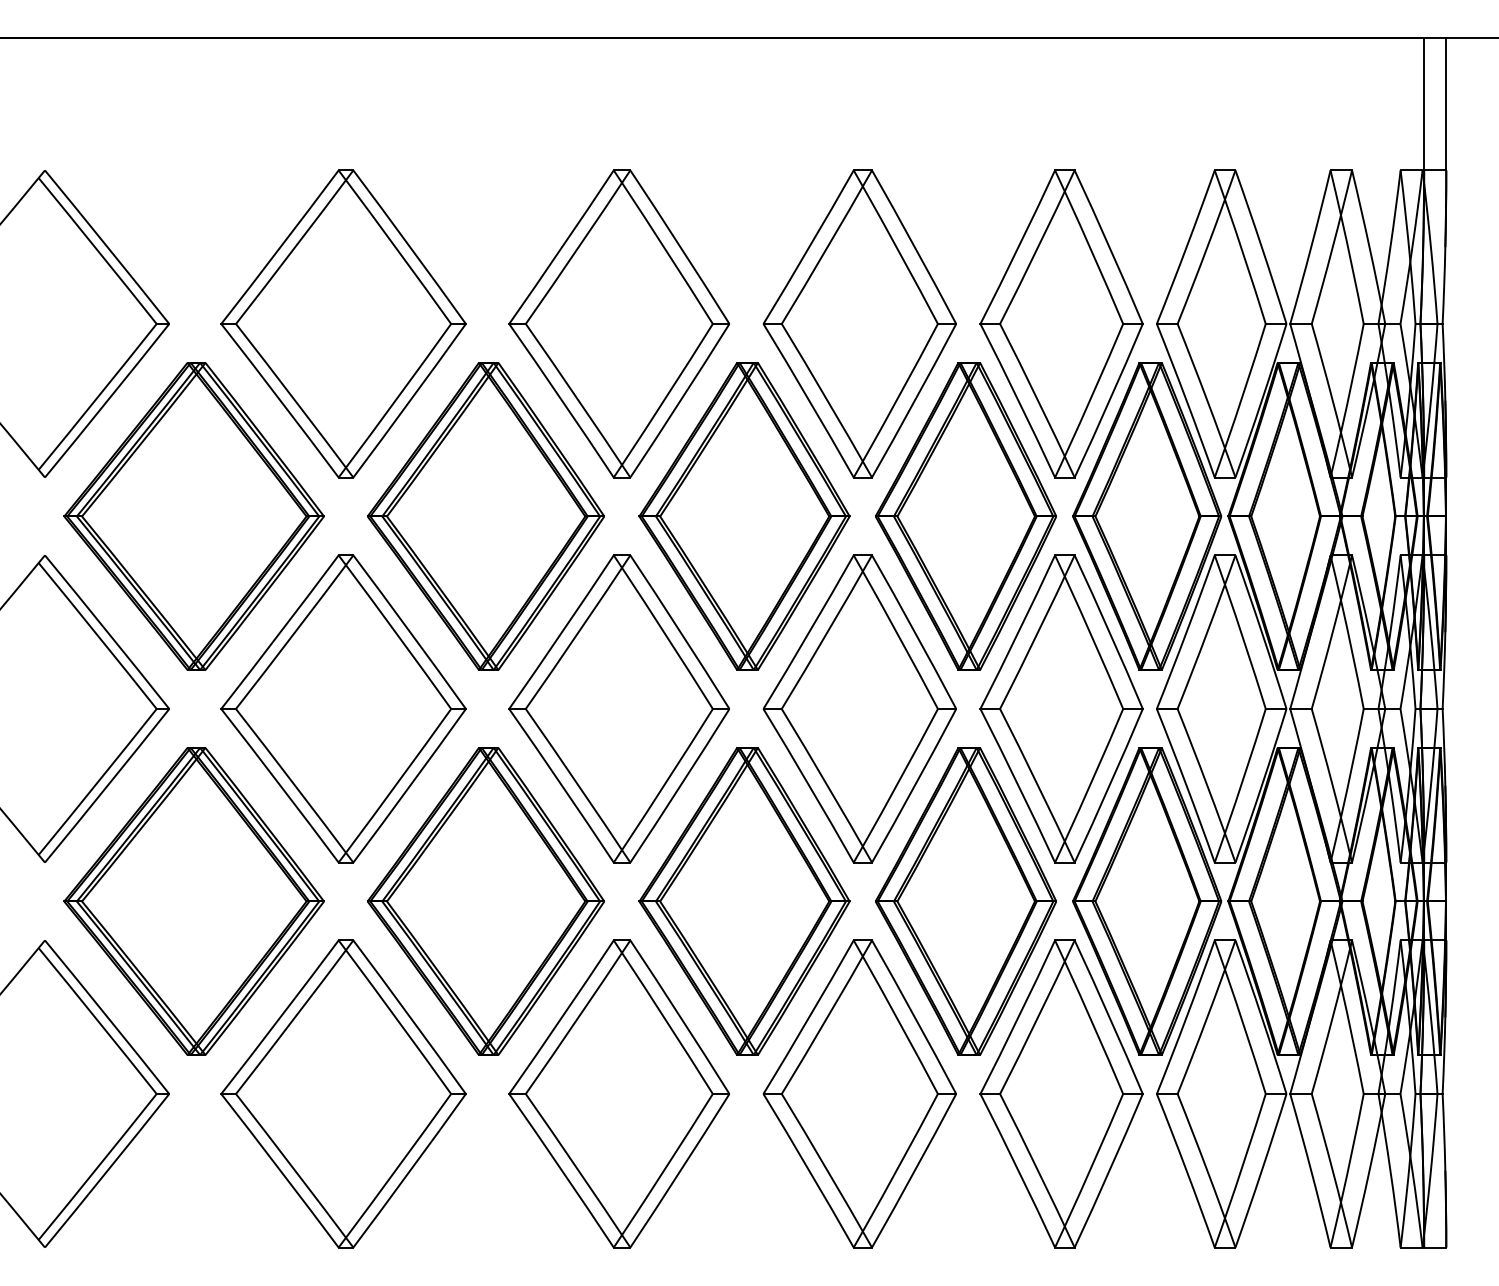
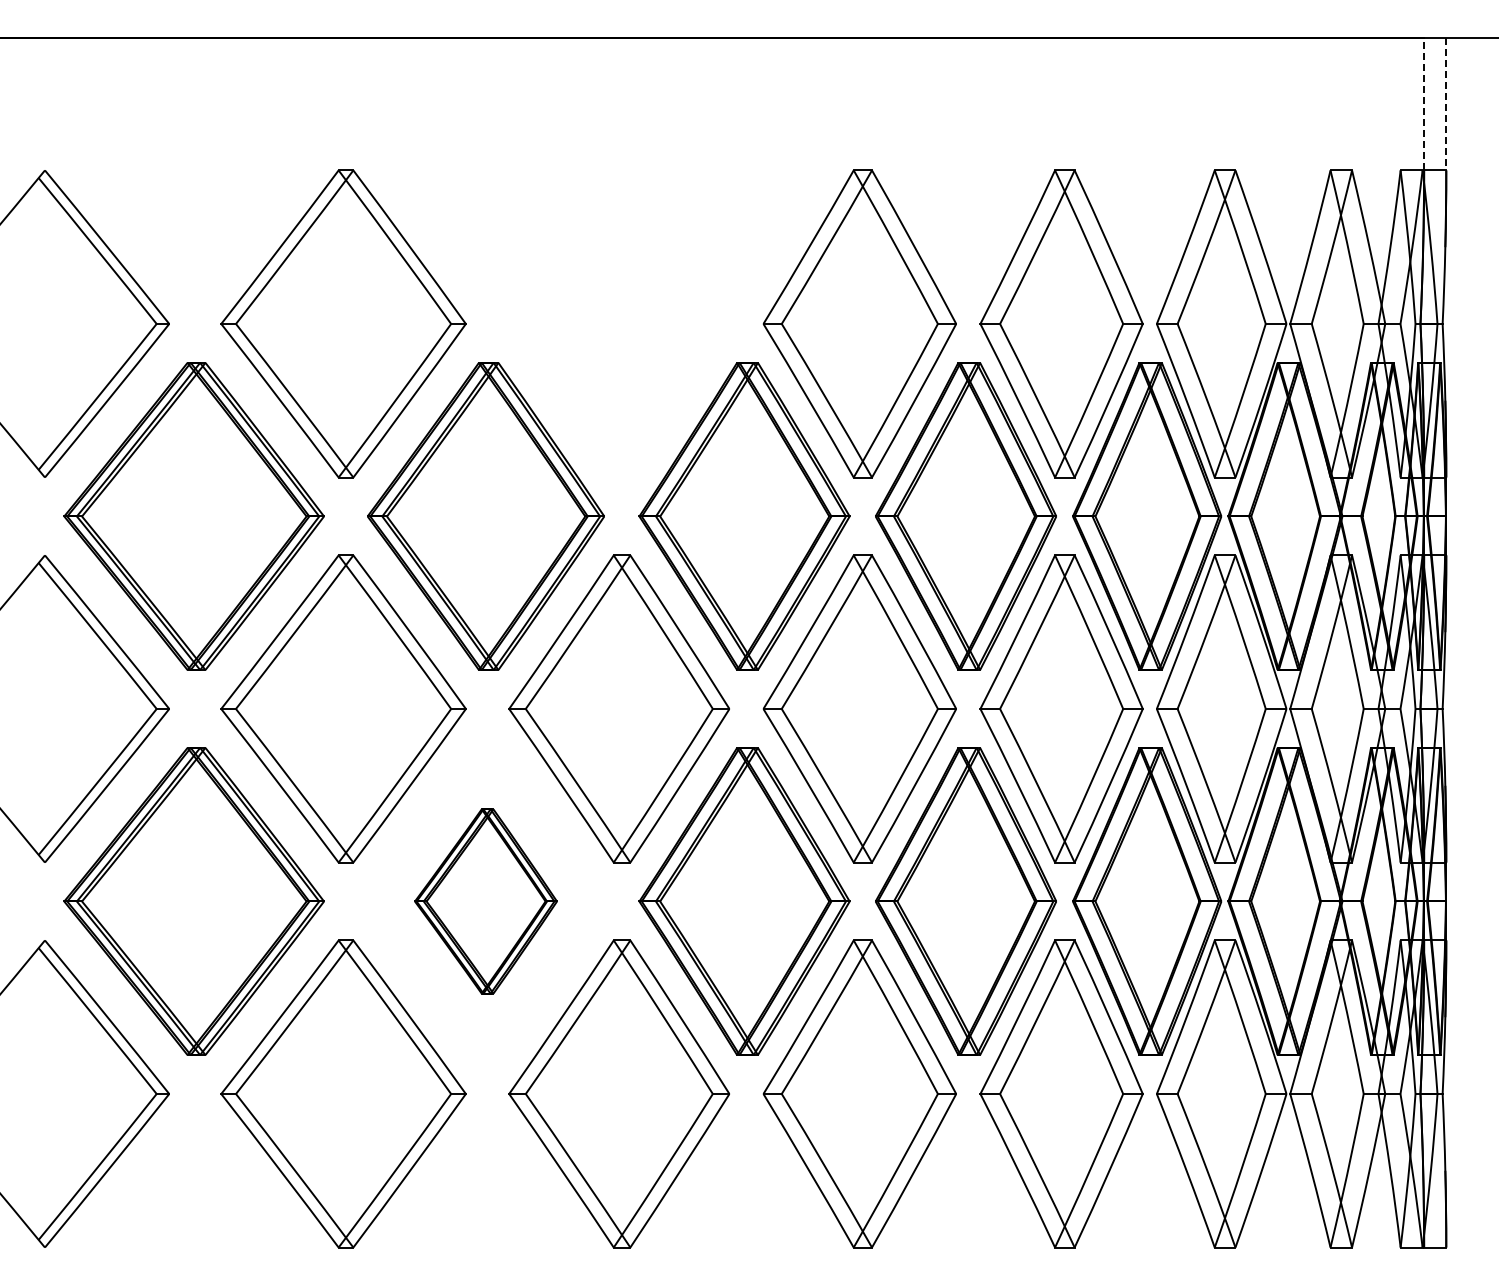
line at (1424, 104): solid -> dashed
line at (1446, 104): solid -> dashed
part at (618, 323): present -> none
part at (485, 901) size: 238x309 px -> 144x187 px
